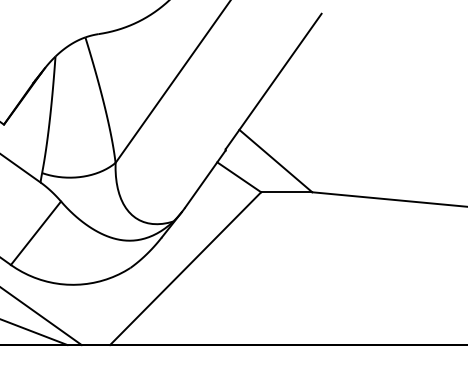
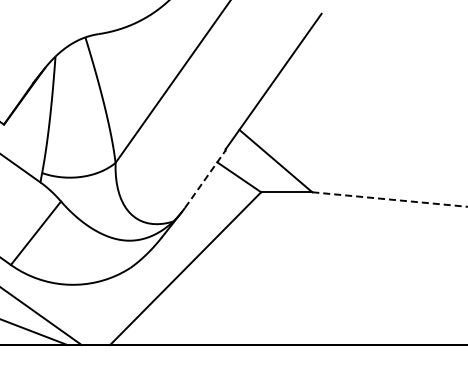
line at (205, 178): solid -> dashed
line at (389, 199): solid -> dashed
